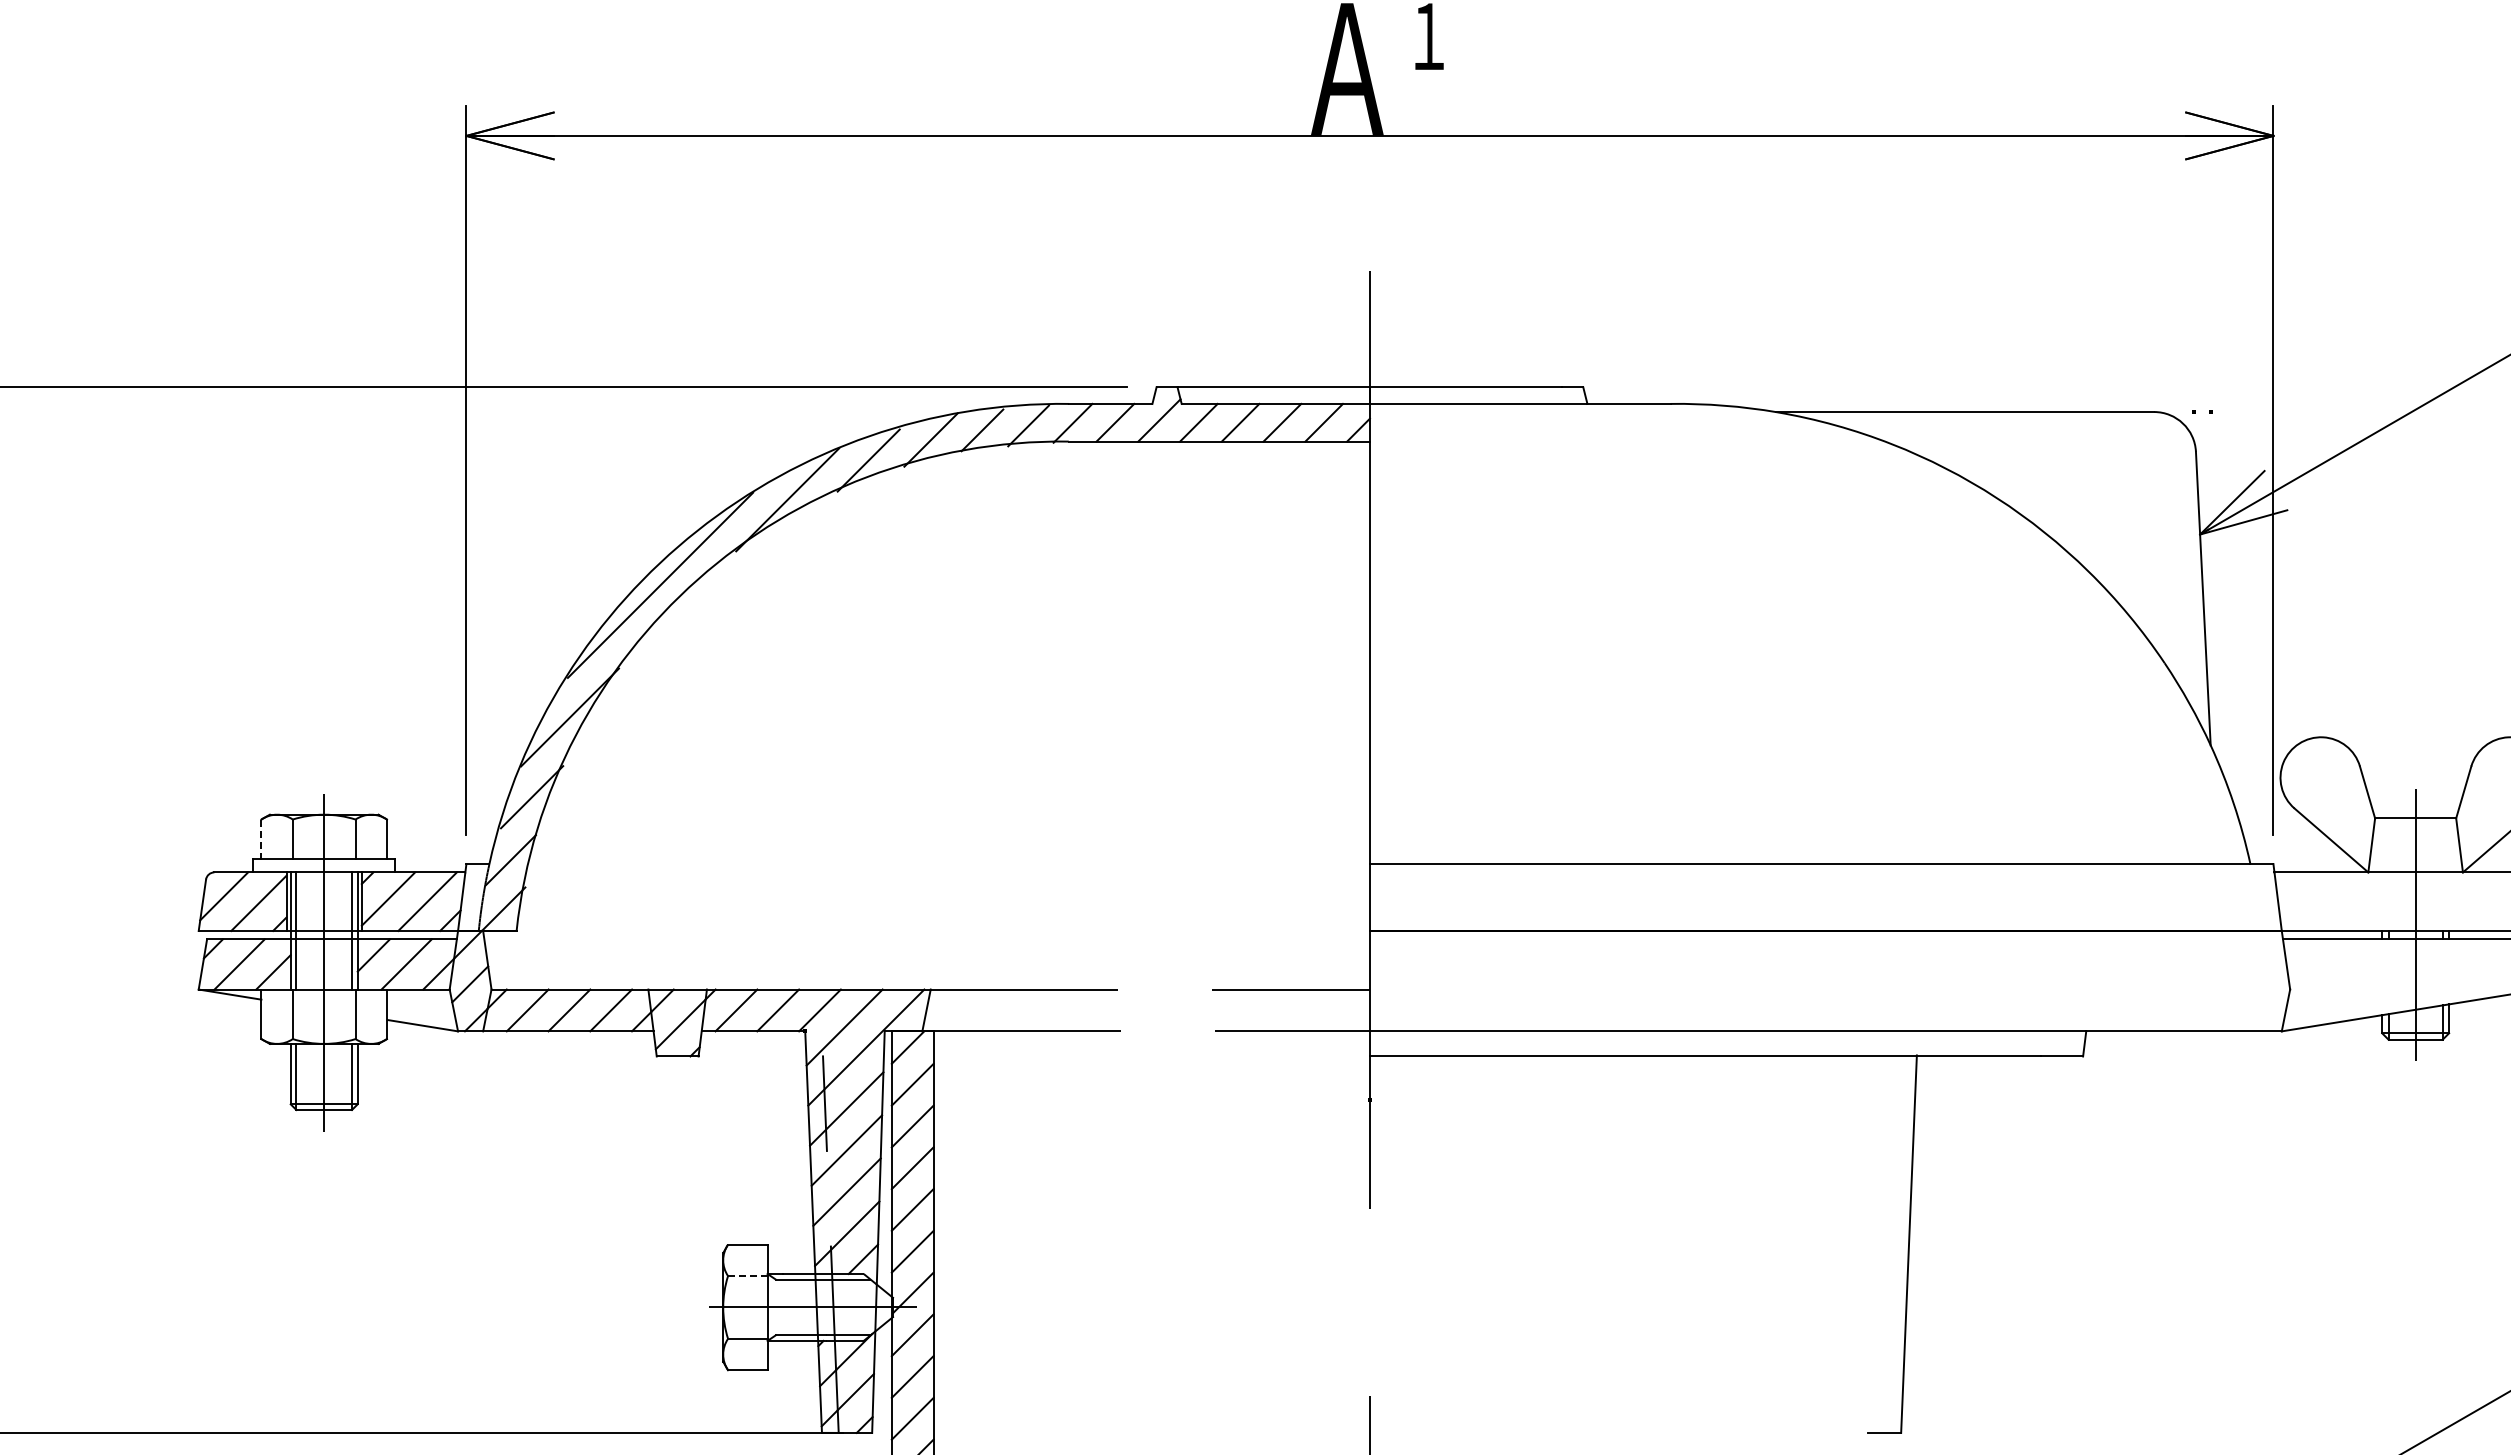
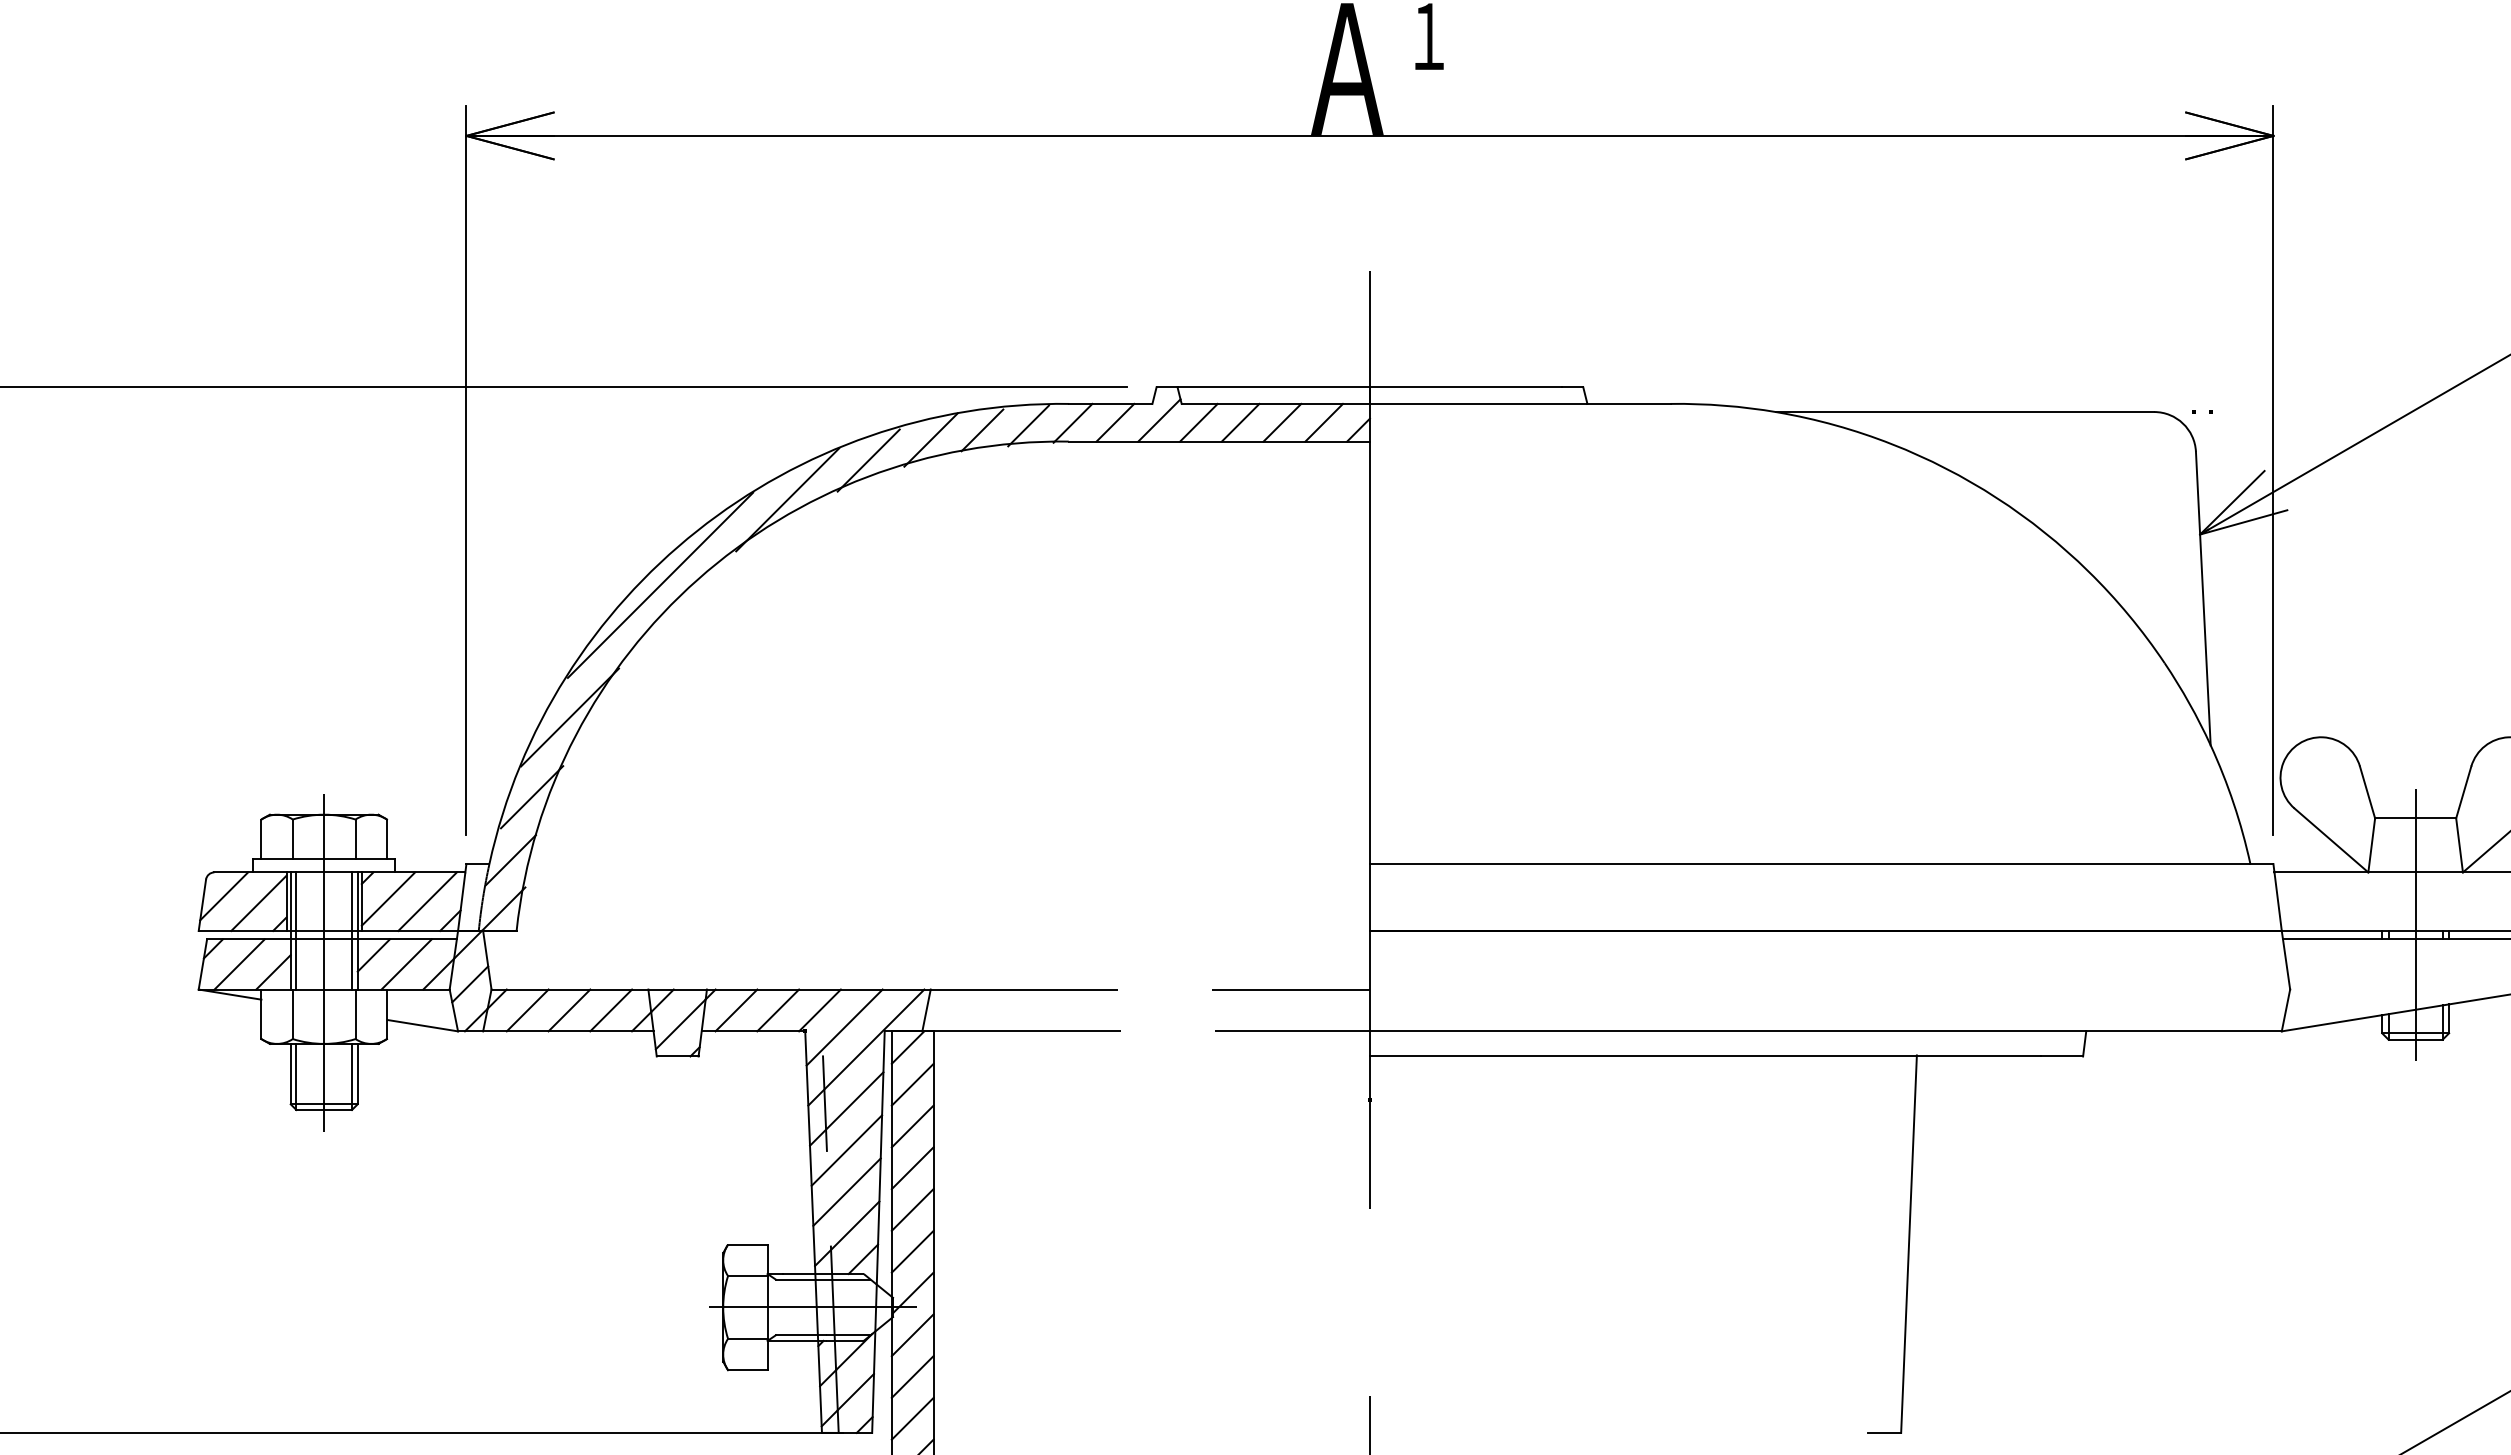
line at (261, 839): dashed -> solid
line at (747, 1276): dashed -> solid
